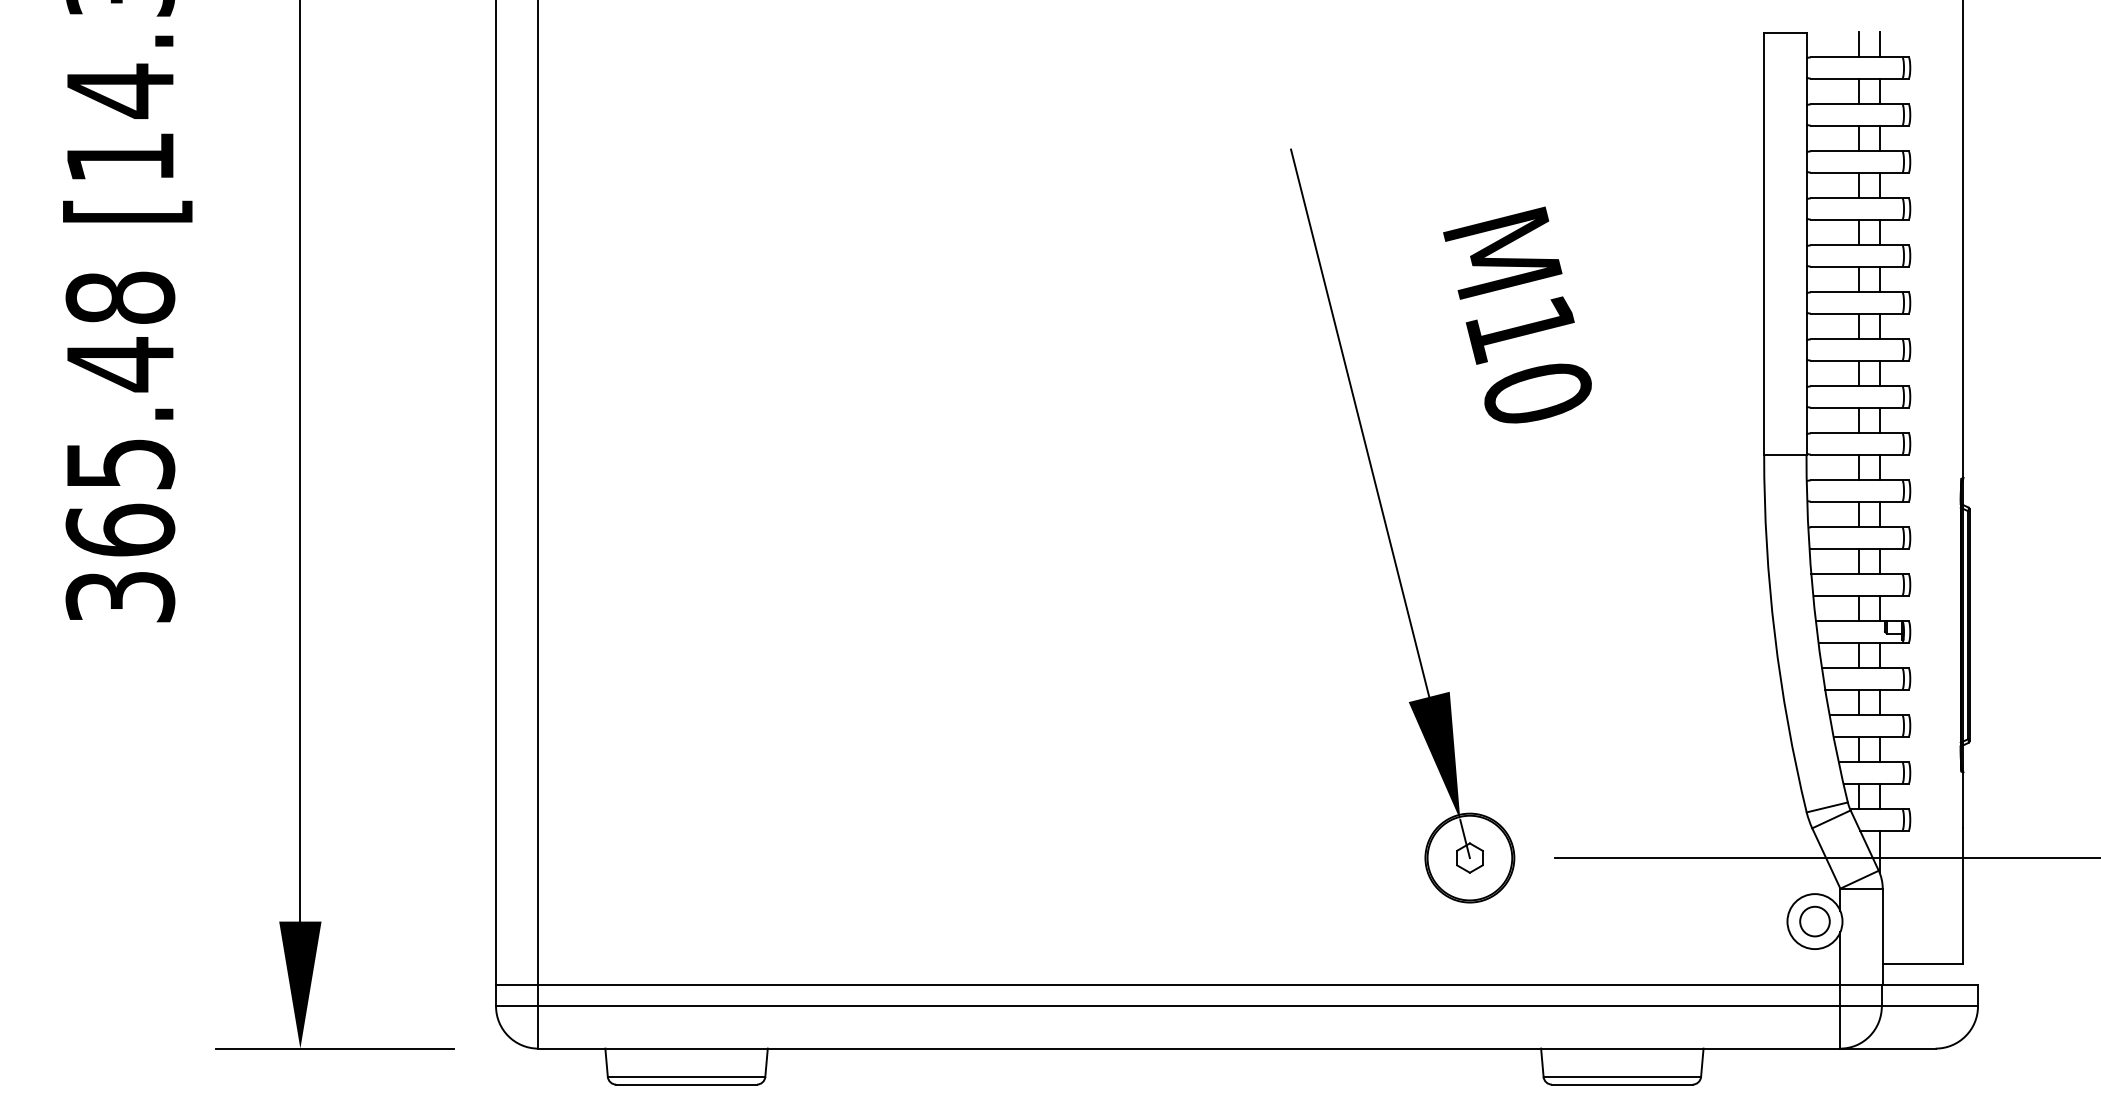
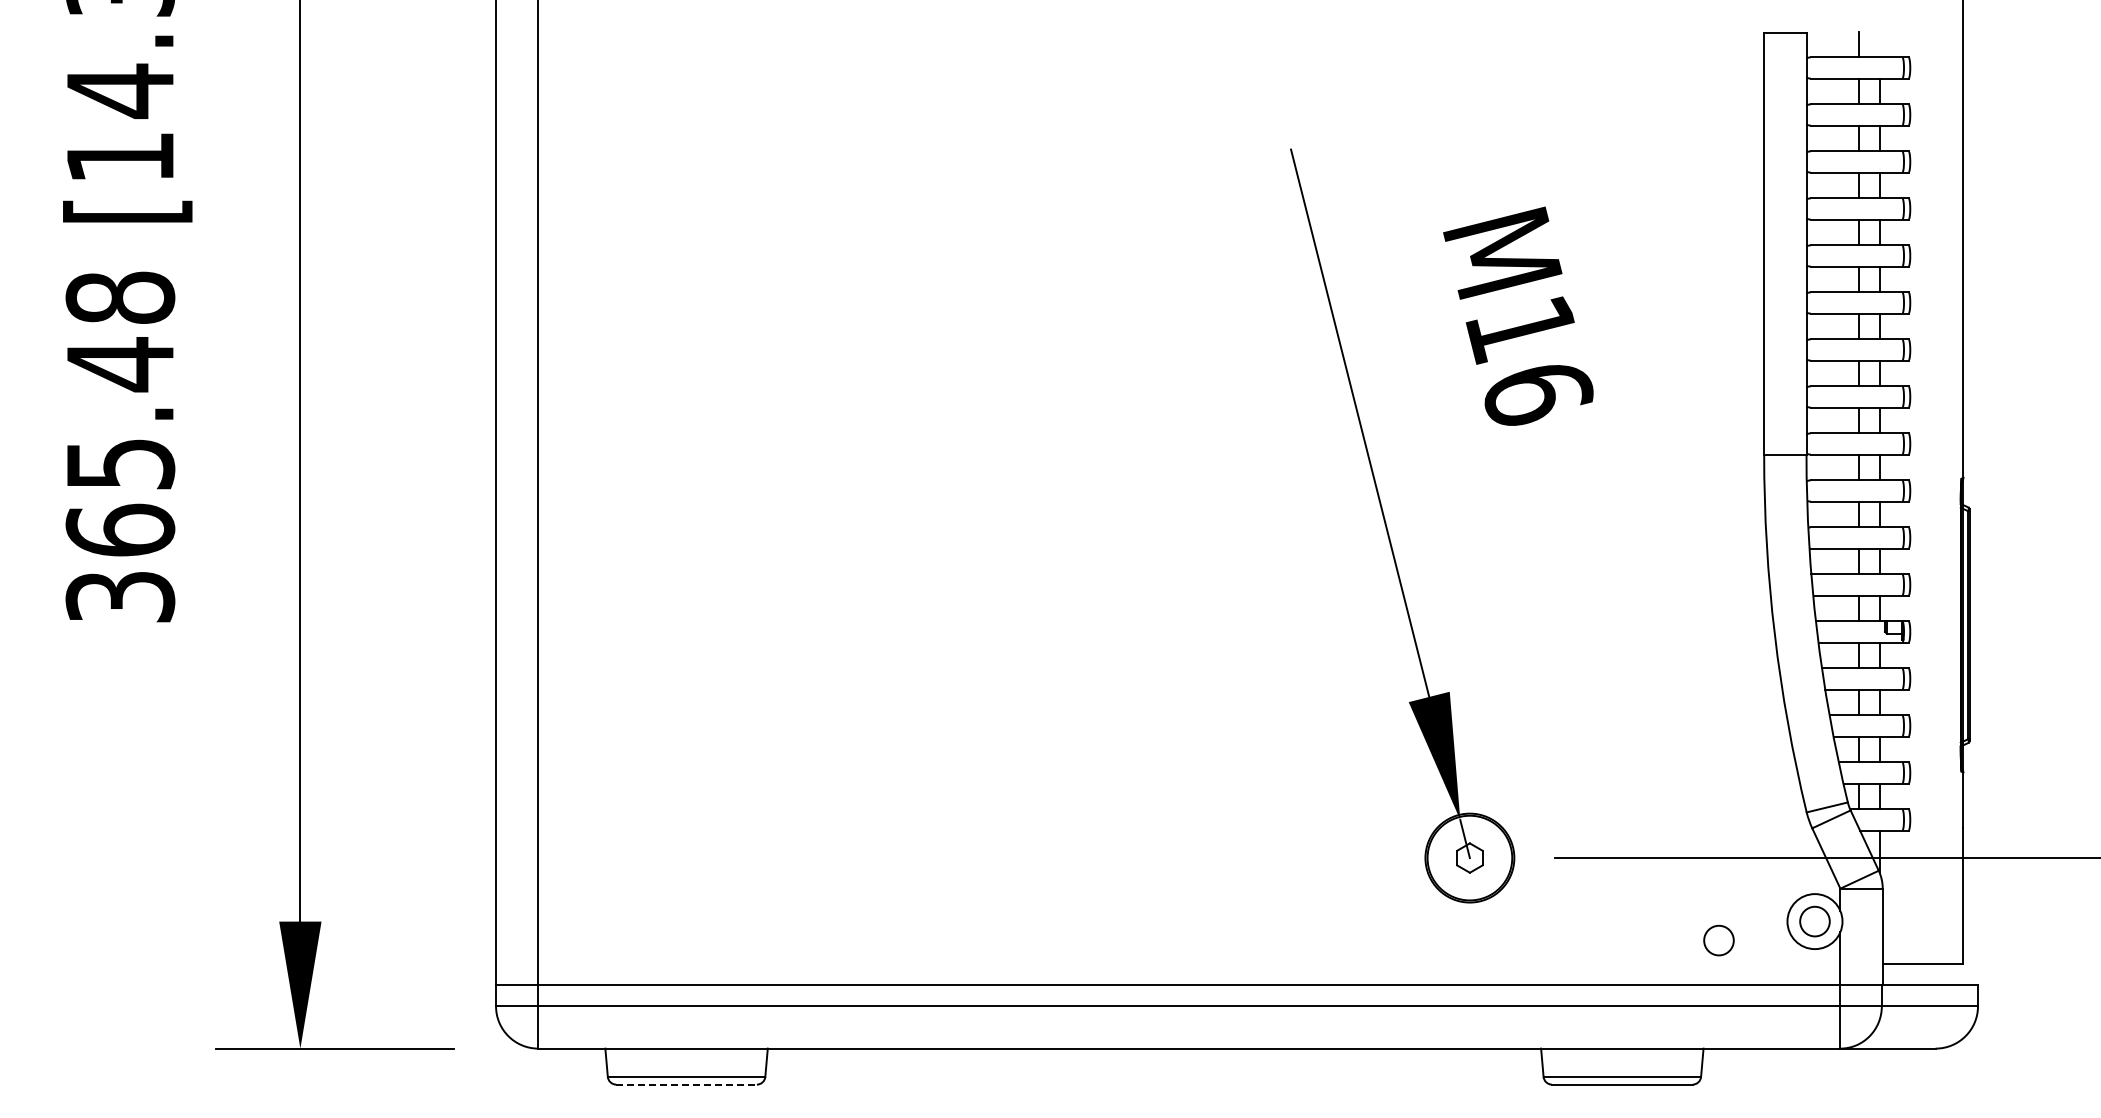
line at (1879, 44): present -> none
text at (1538, 394): M10 -> M16
circle at (1718, 940): none -> present
line at (687, 1084): solid -> dashed
